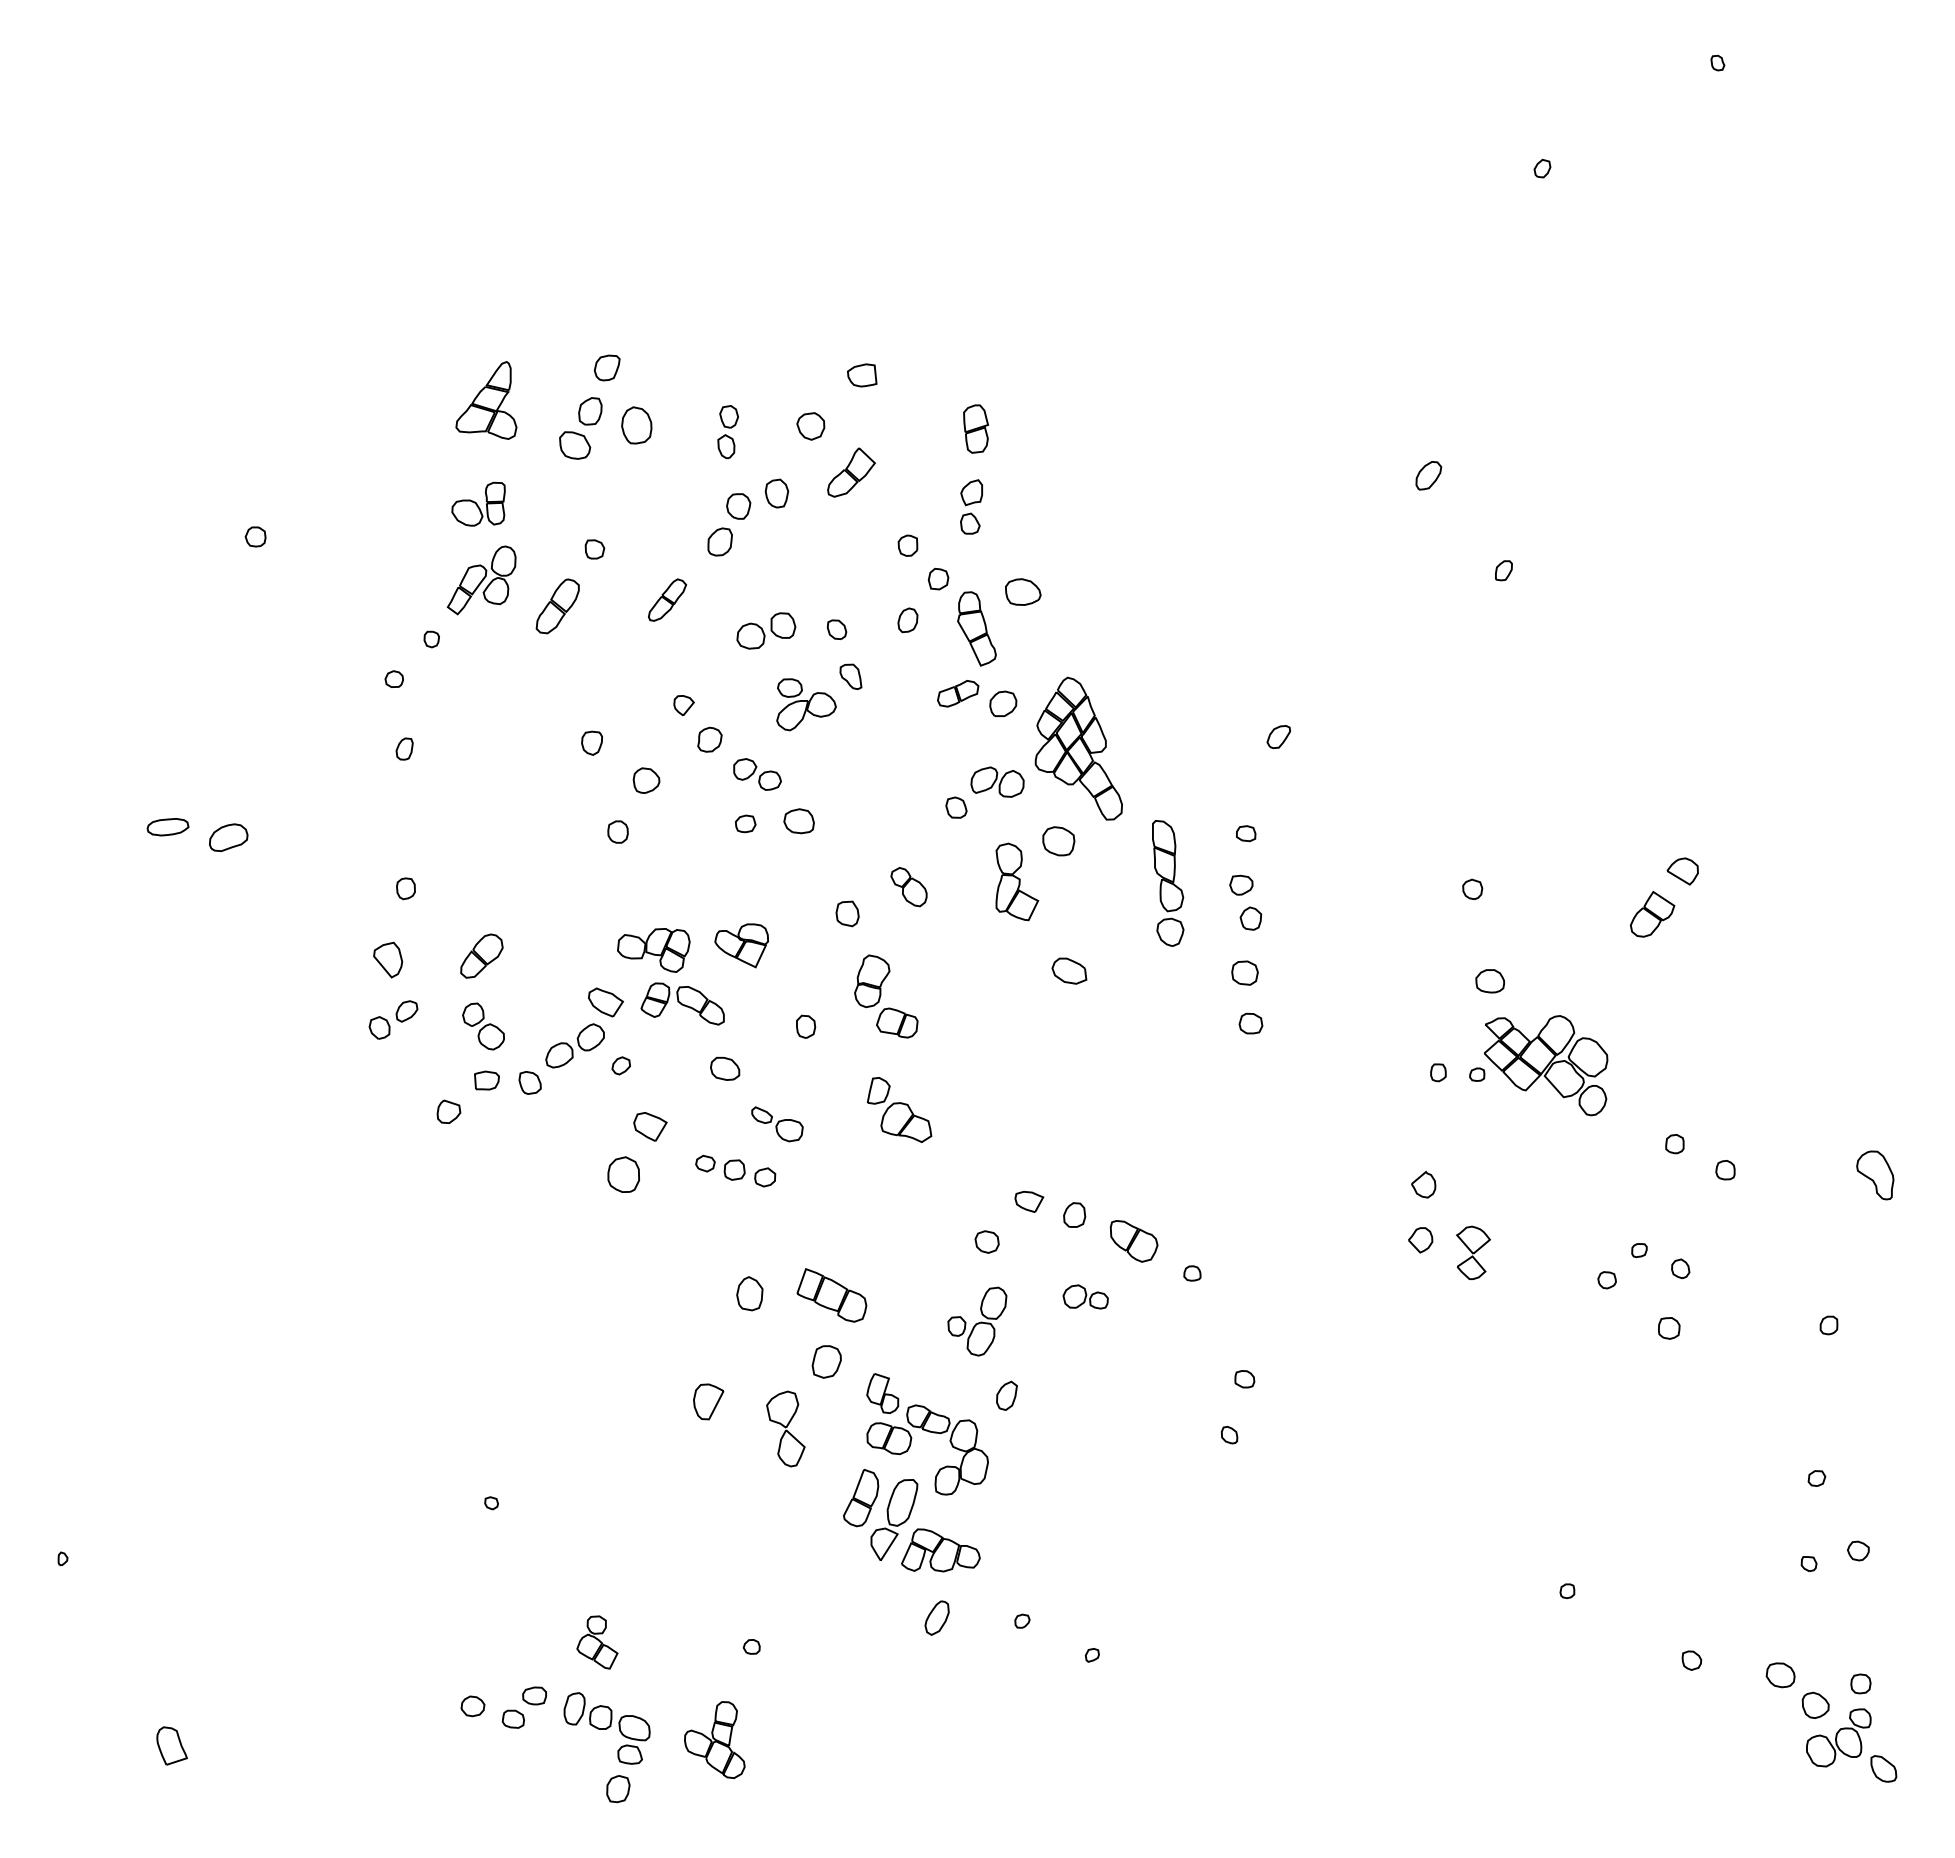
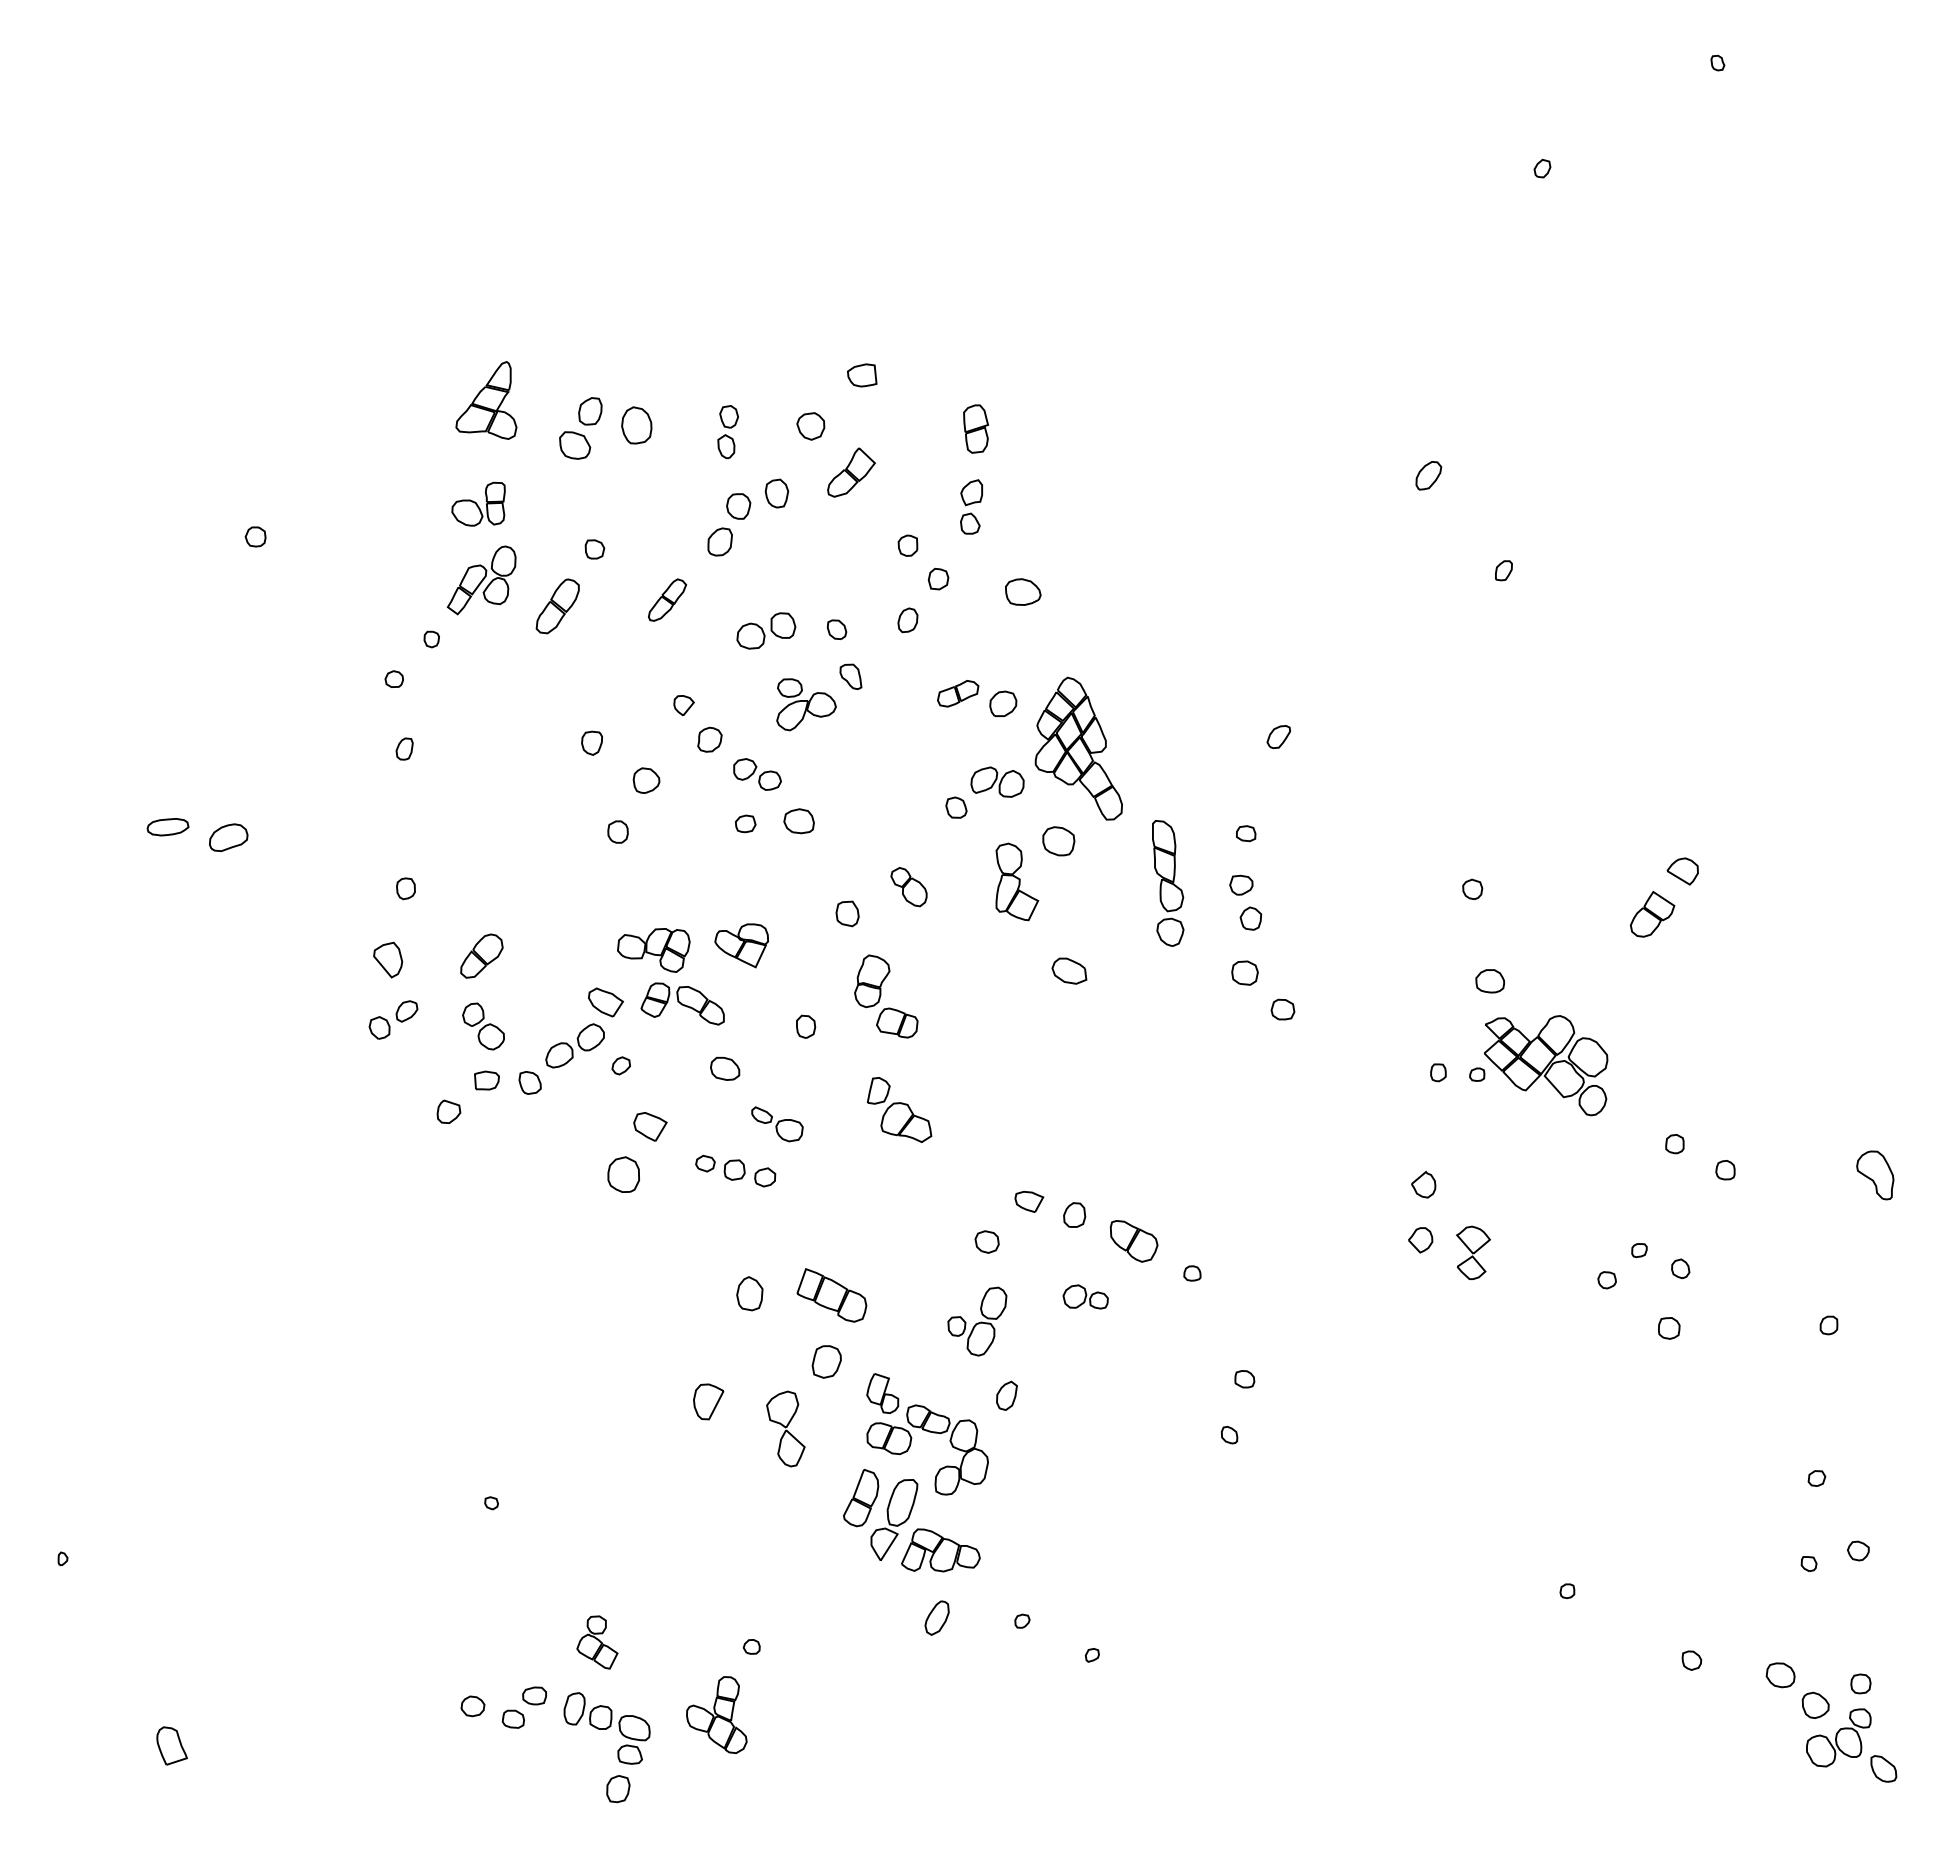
part at (606, 367): present -> none
part at (976, 628): present -> none
part at (1250, 1023) position: (1250, 1023) -> (1282, 1009)
part at (714, 1739) position: (714, 1739) -> (716, 1714)
